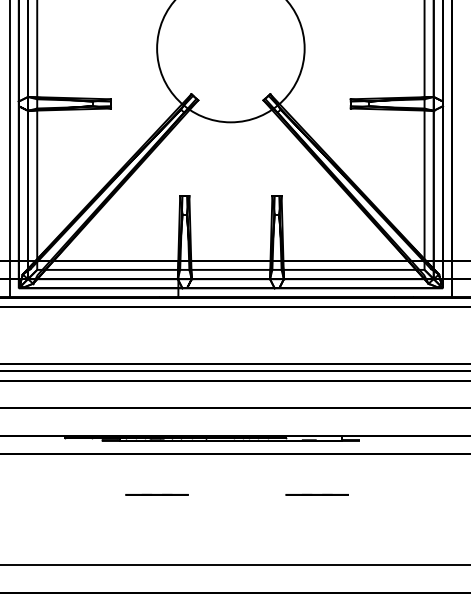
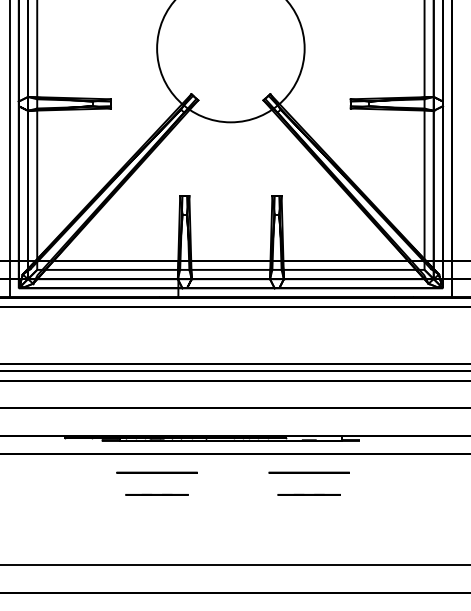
circle at (156, 472): none -> present
circle at (308, 472): none -> present
line at (316, 494) position: (316, 494) -> (308, 494)
